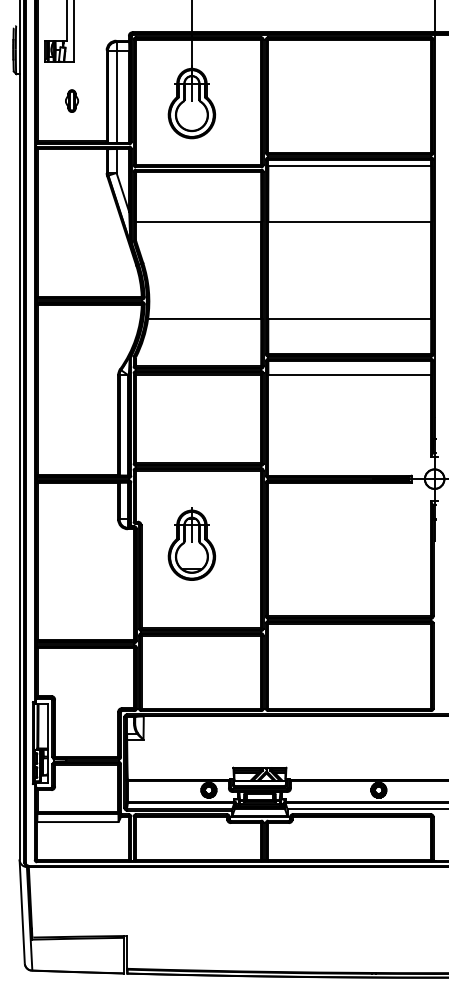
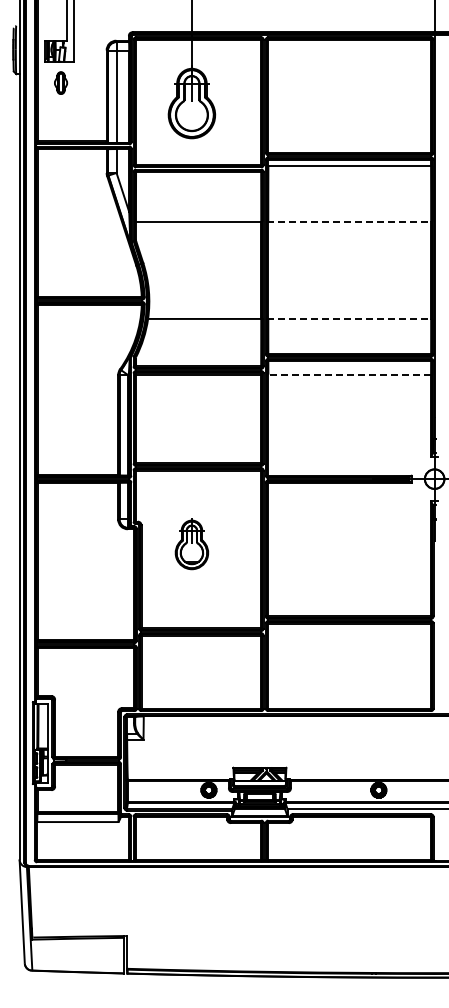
part at (72, 100) position: (72, 100) -> (61, 82)
line at (349, 221): solid -> dashed
line at (349, 318): solid -> dashed
line at (349, 374): solid -> dashed
part at (191, 543) size: 50x74 px -> 36x53 px
